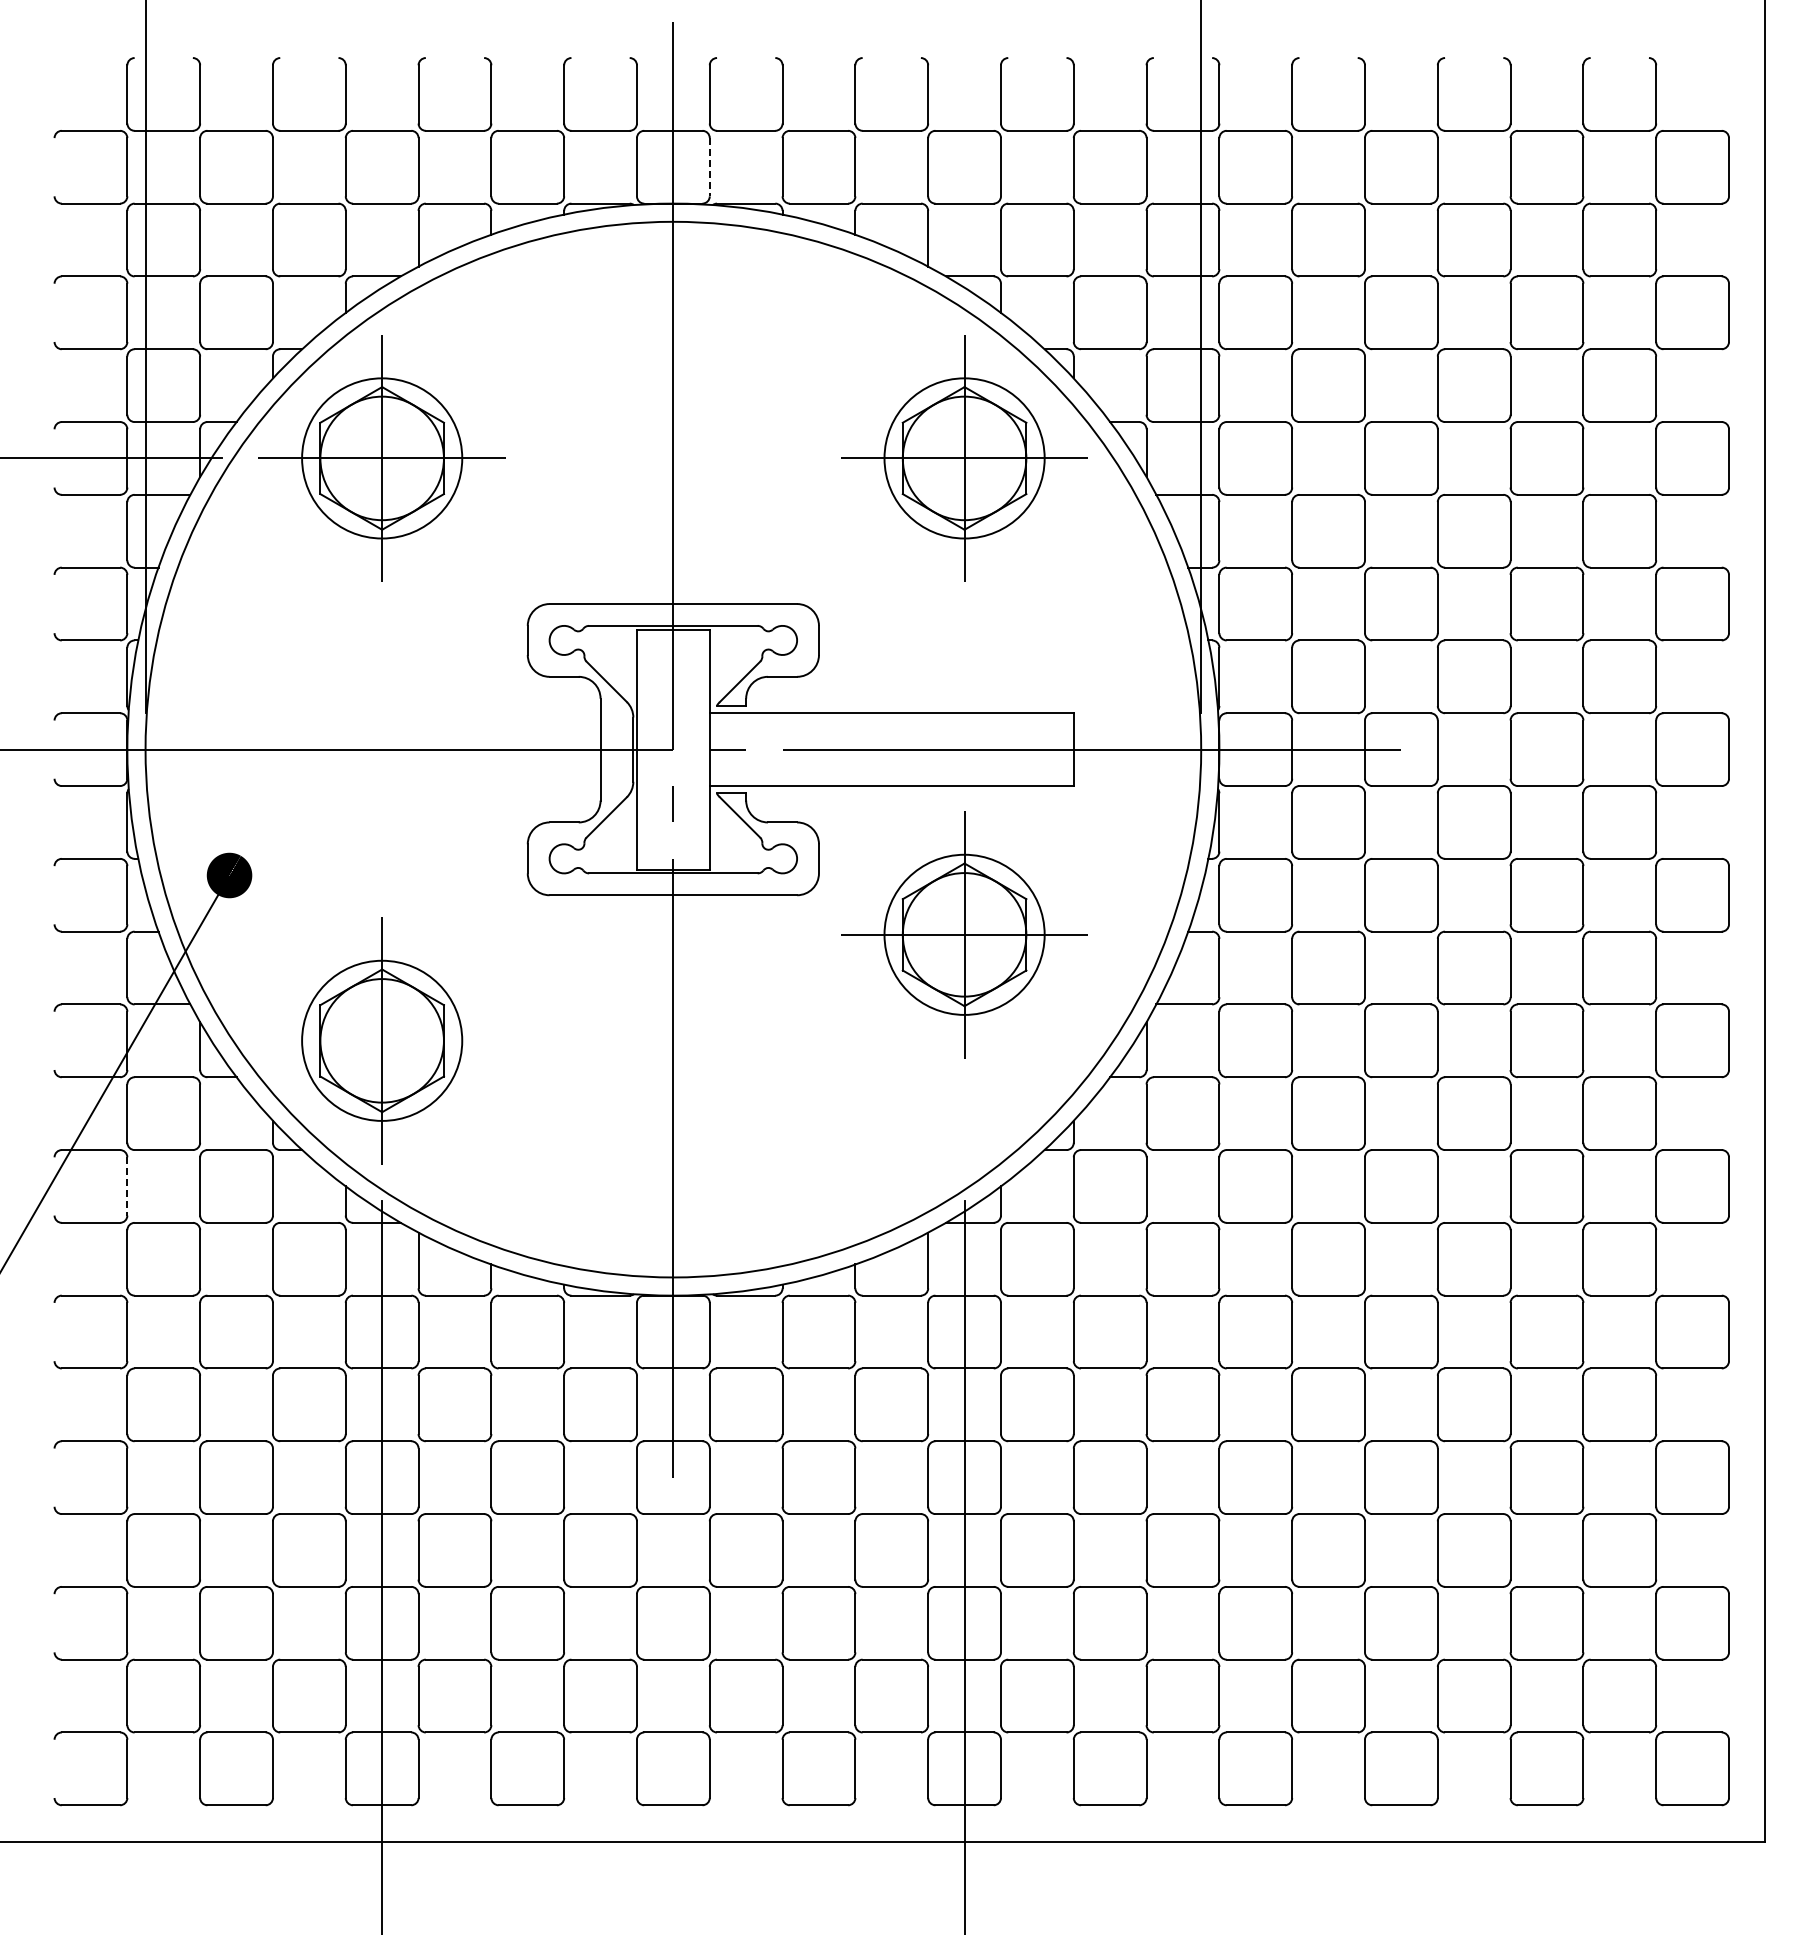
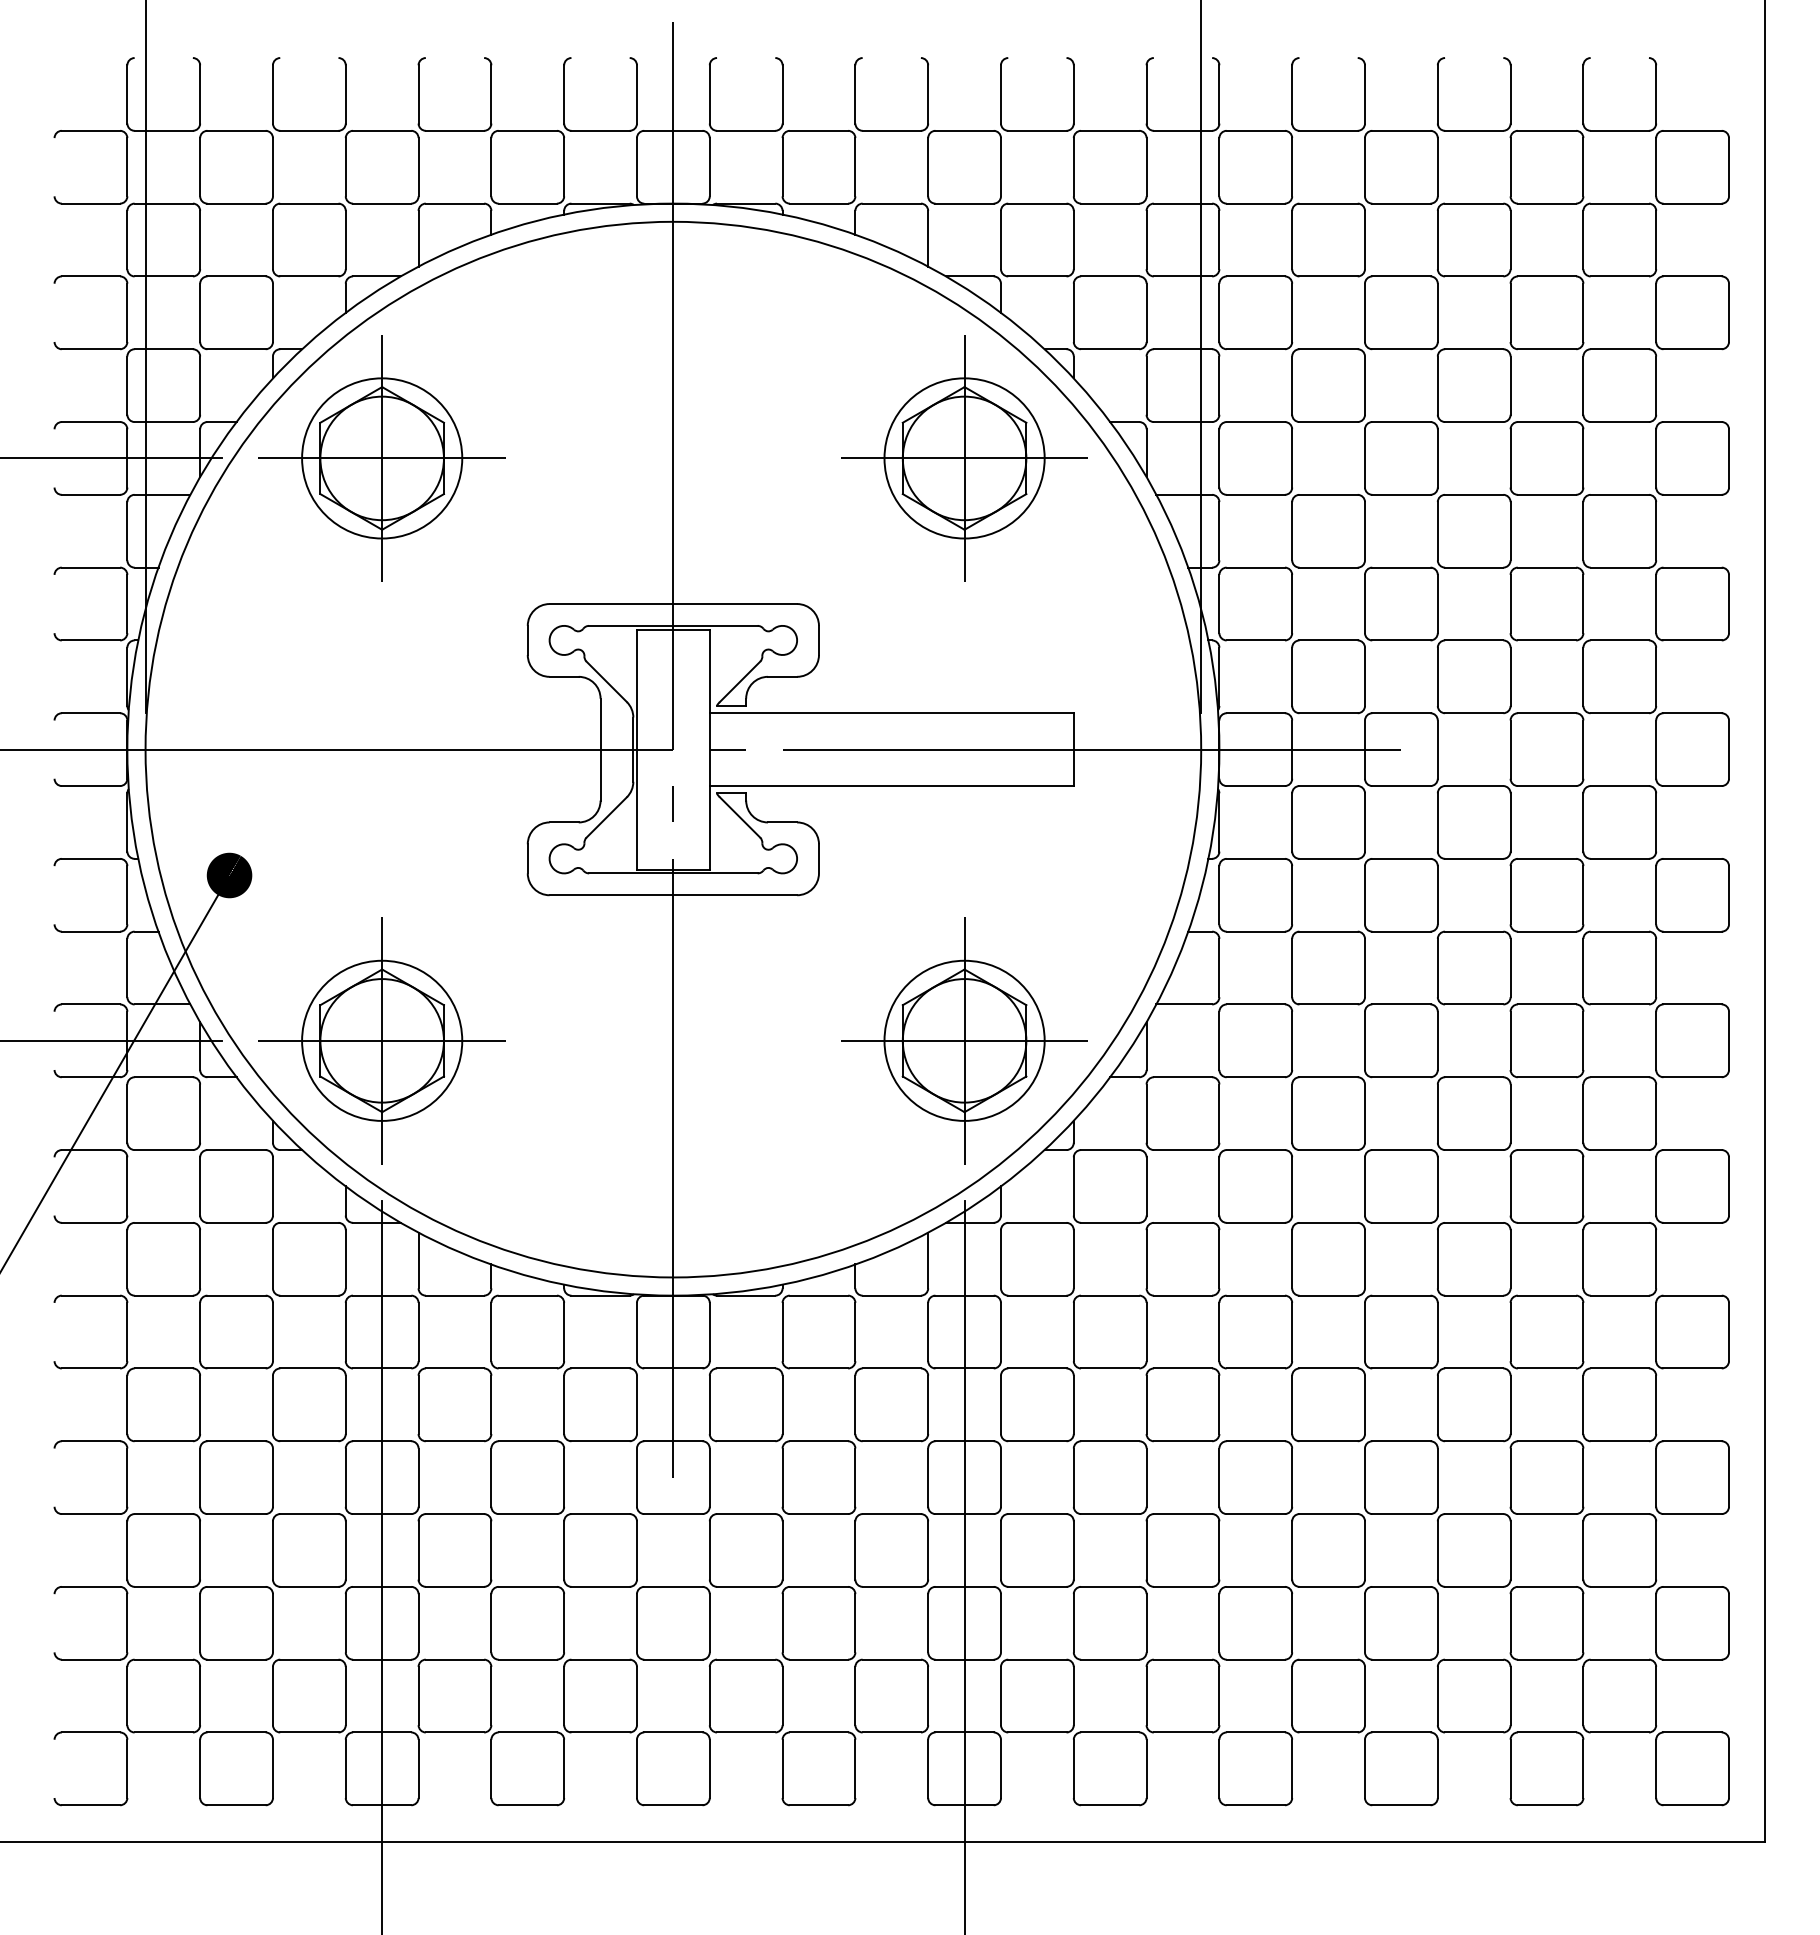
line at (709, 167): dashed -> solid
part at (964, 934) position: (964, 934) -> (964, 1040)
line at (112, 1040): none -> present
line at (381, 1040): none -> present
line at (127, 1186): dashed -> solid
